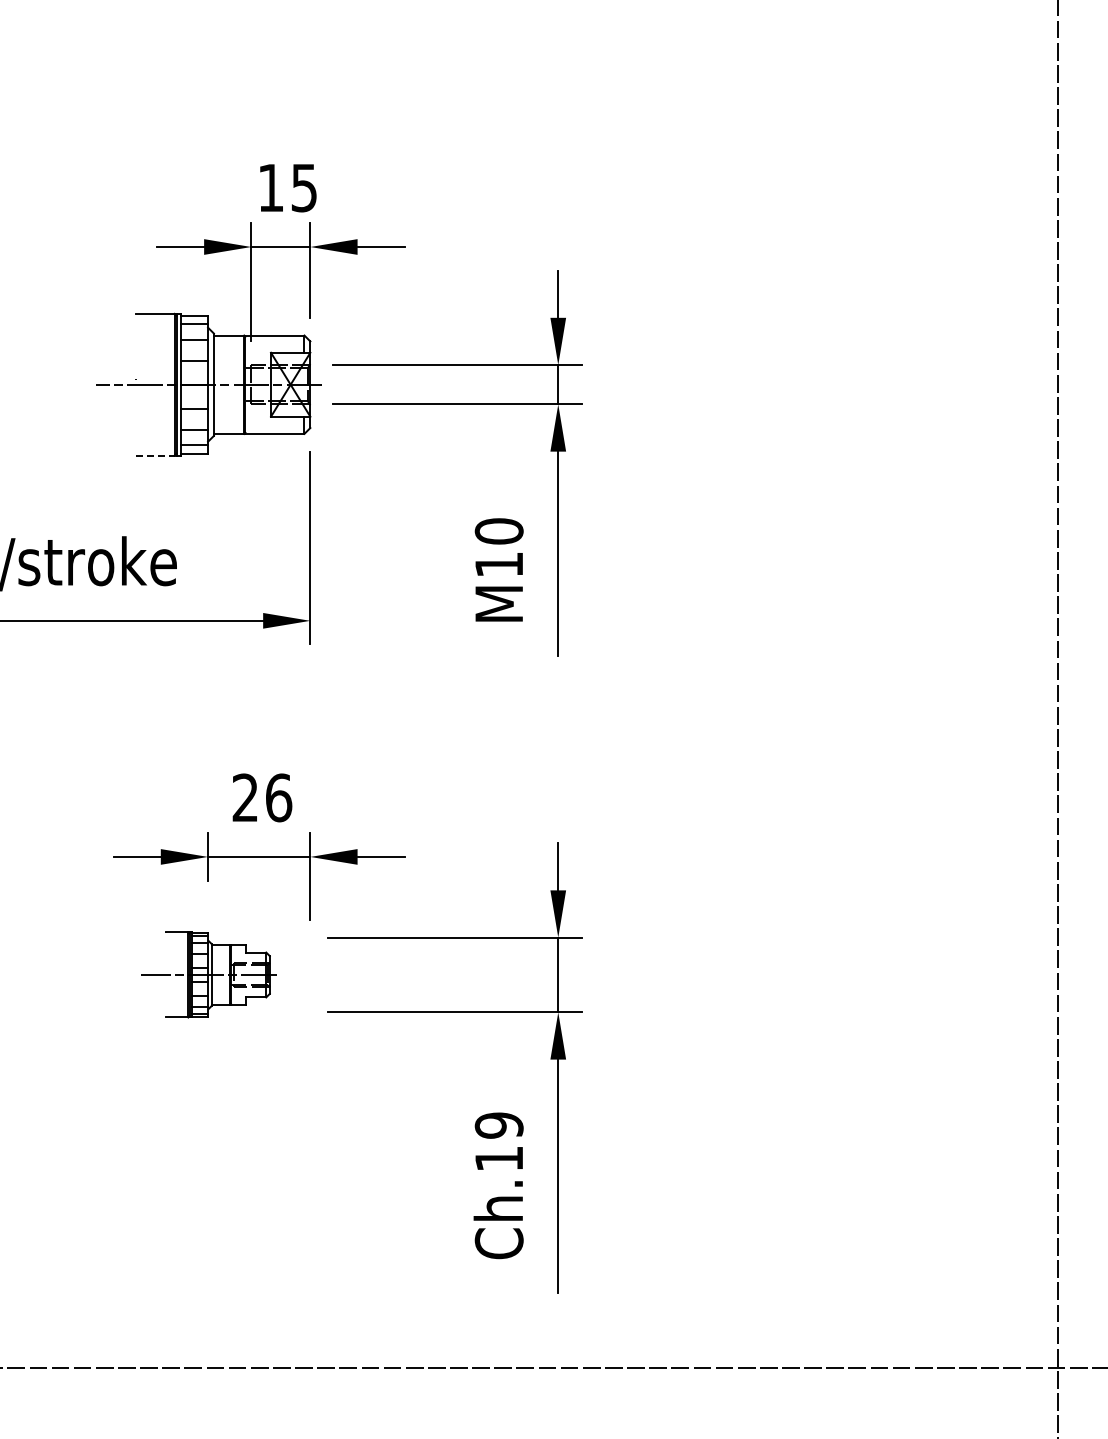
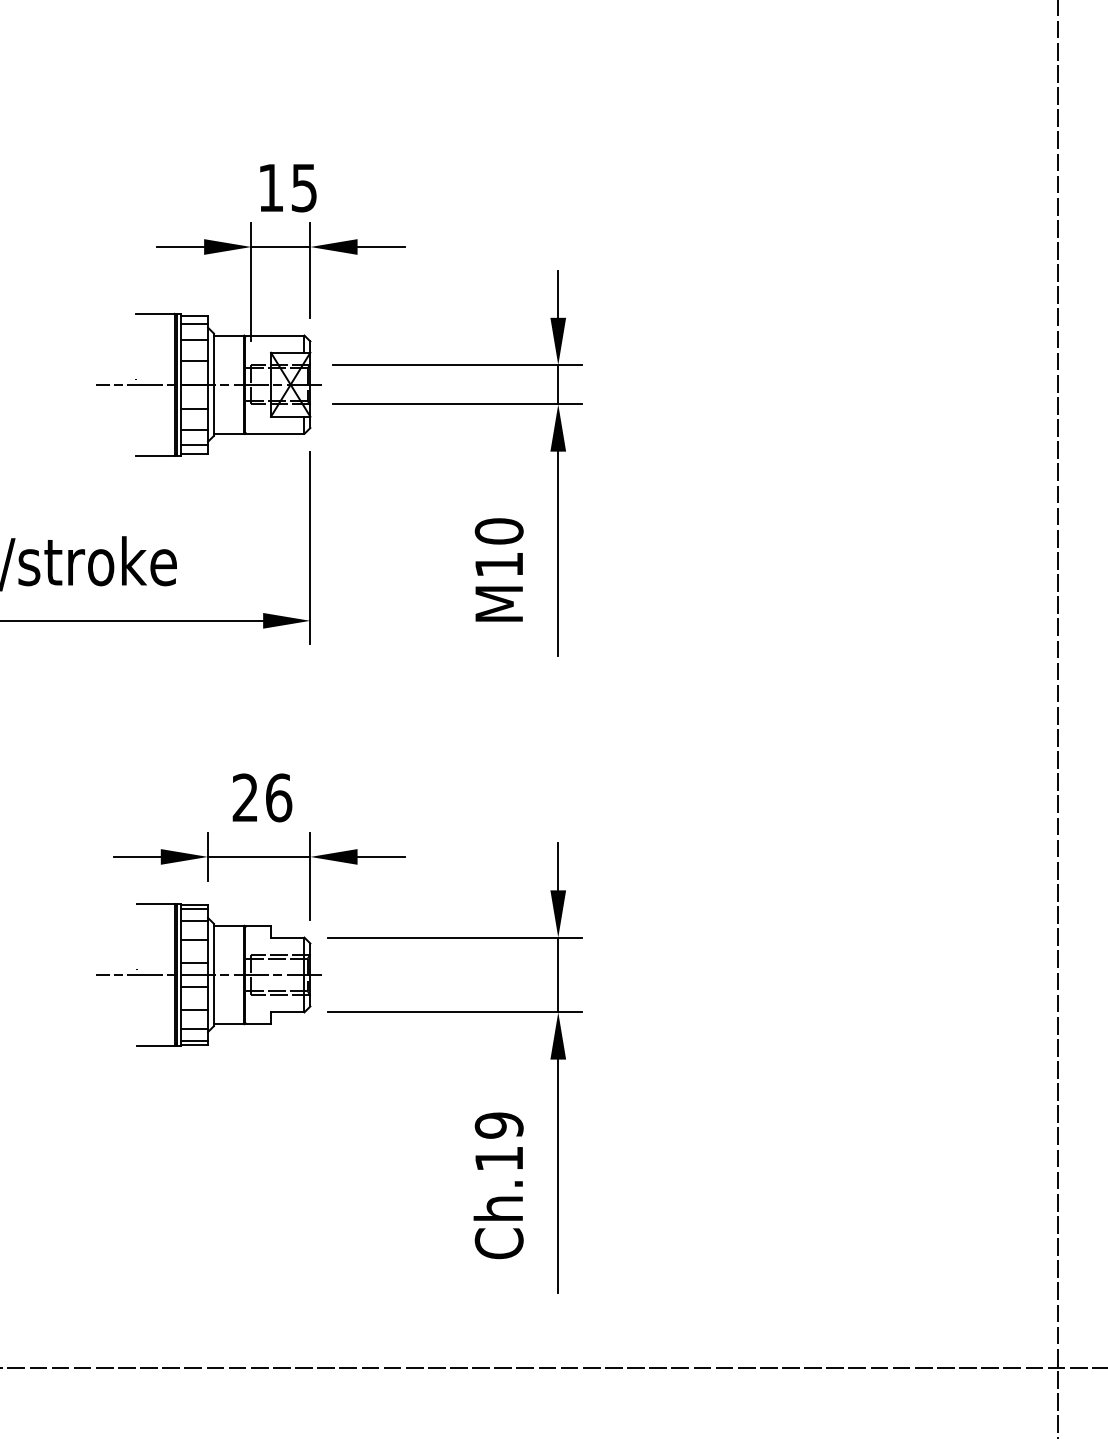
line at (155, 455): dashed -> solid
part at (208, 974) size: 136x88 px -> 226x144 px
